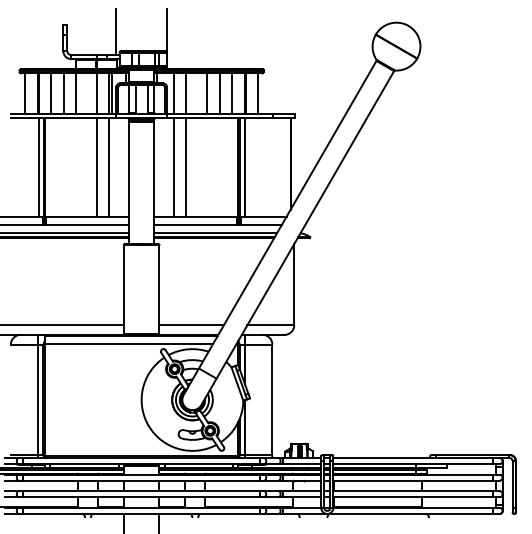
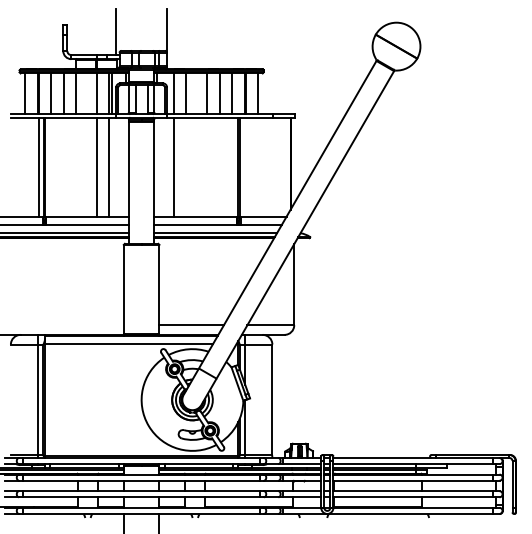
line at (186, 166): present -> none
line at (244, 166): present -> none
line at (62, 325): present -> none
